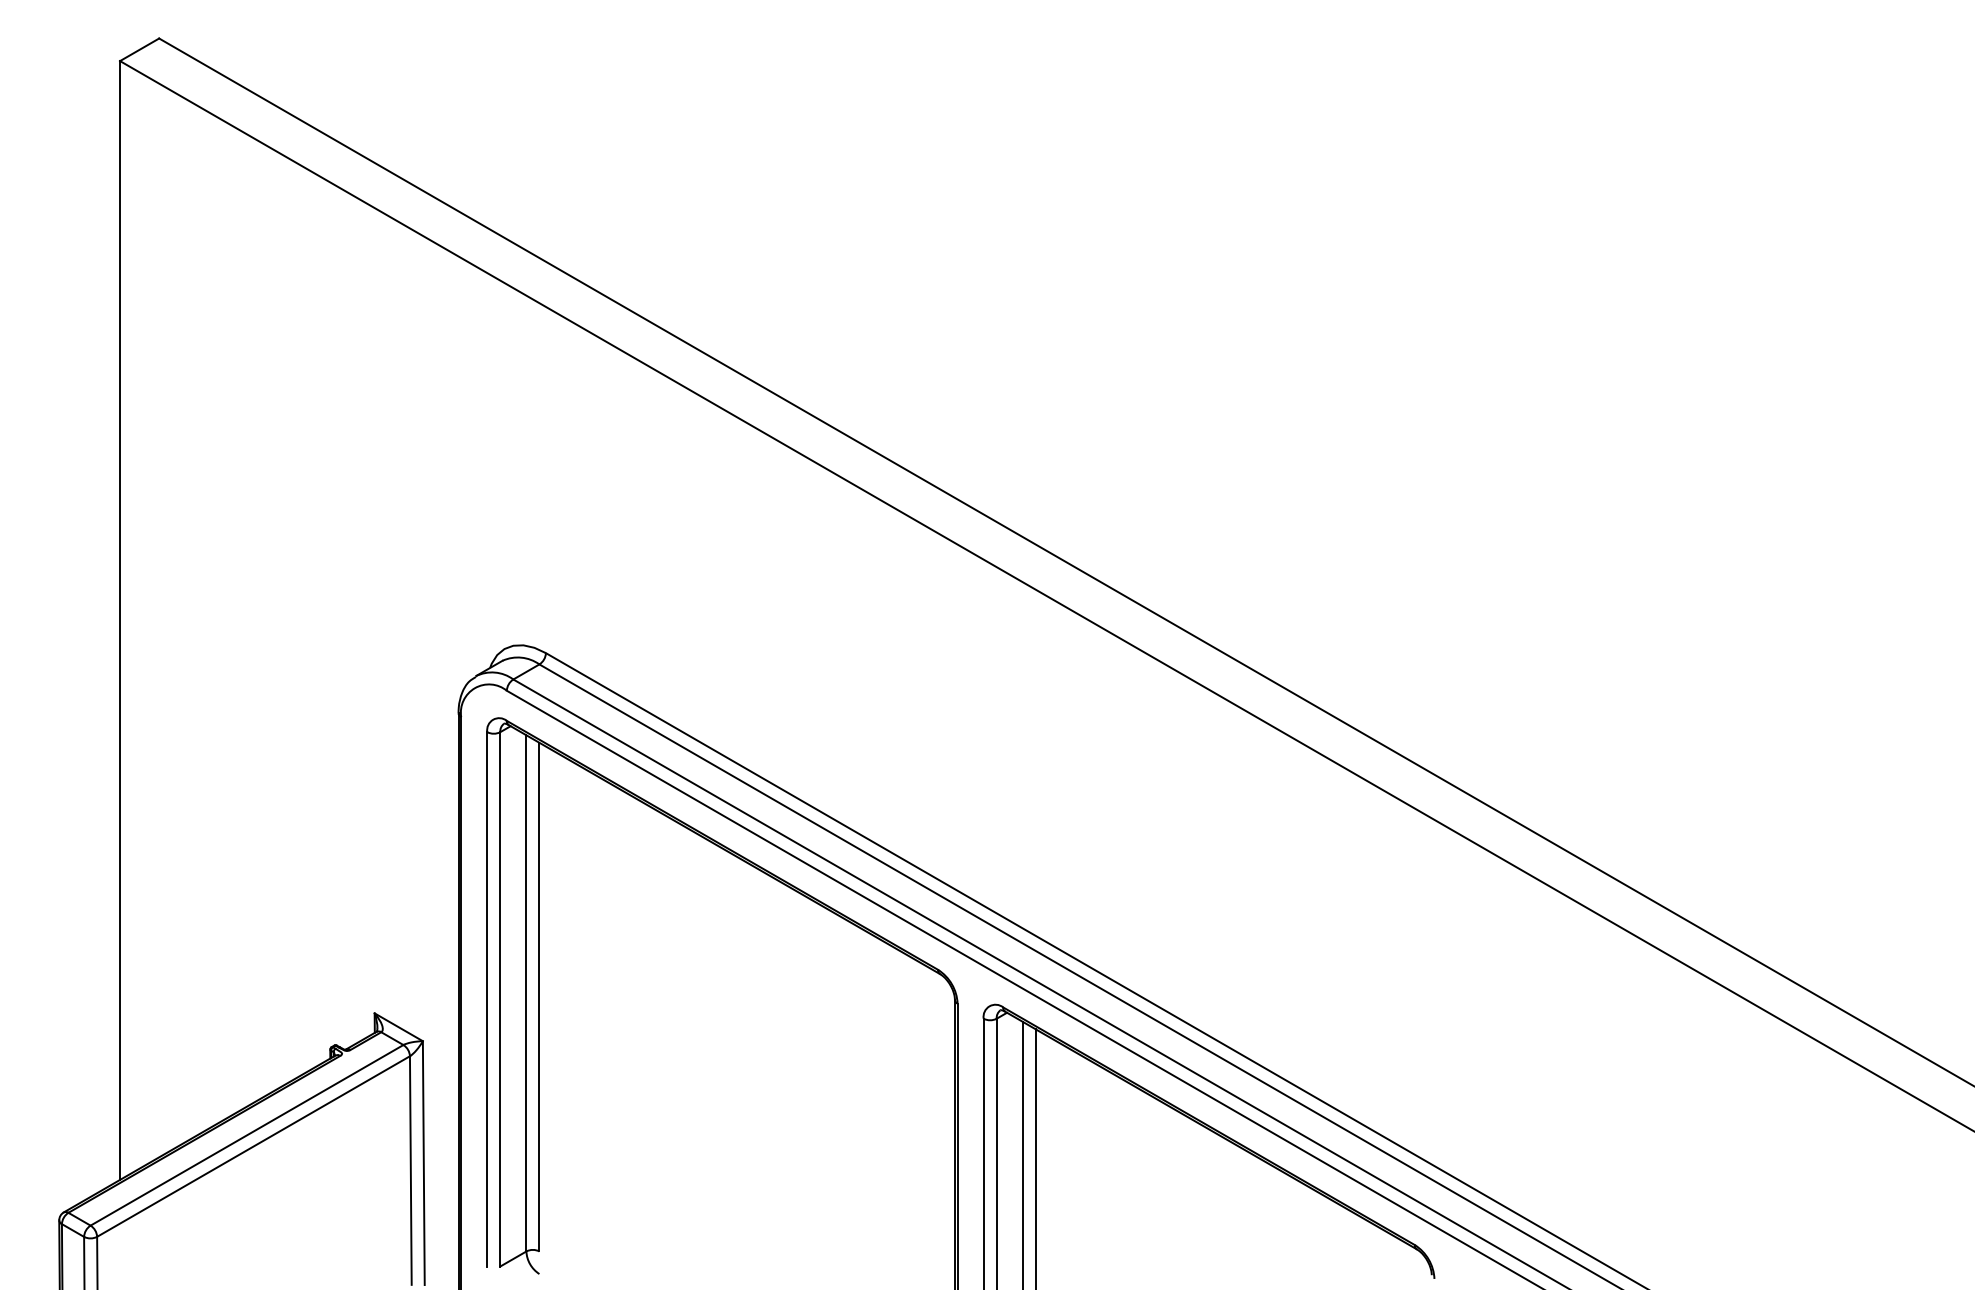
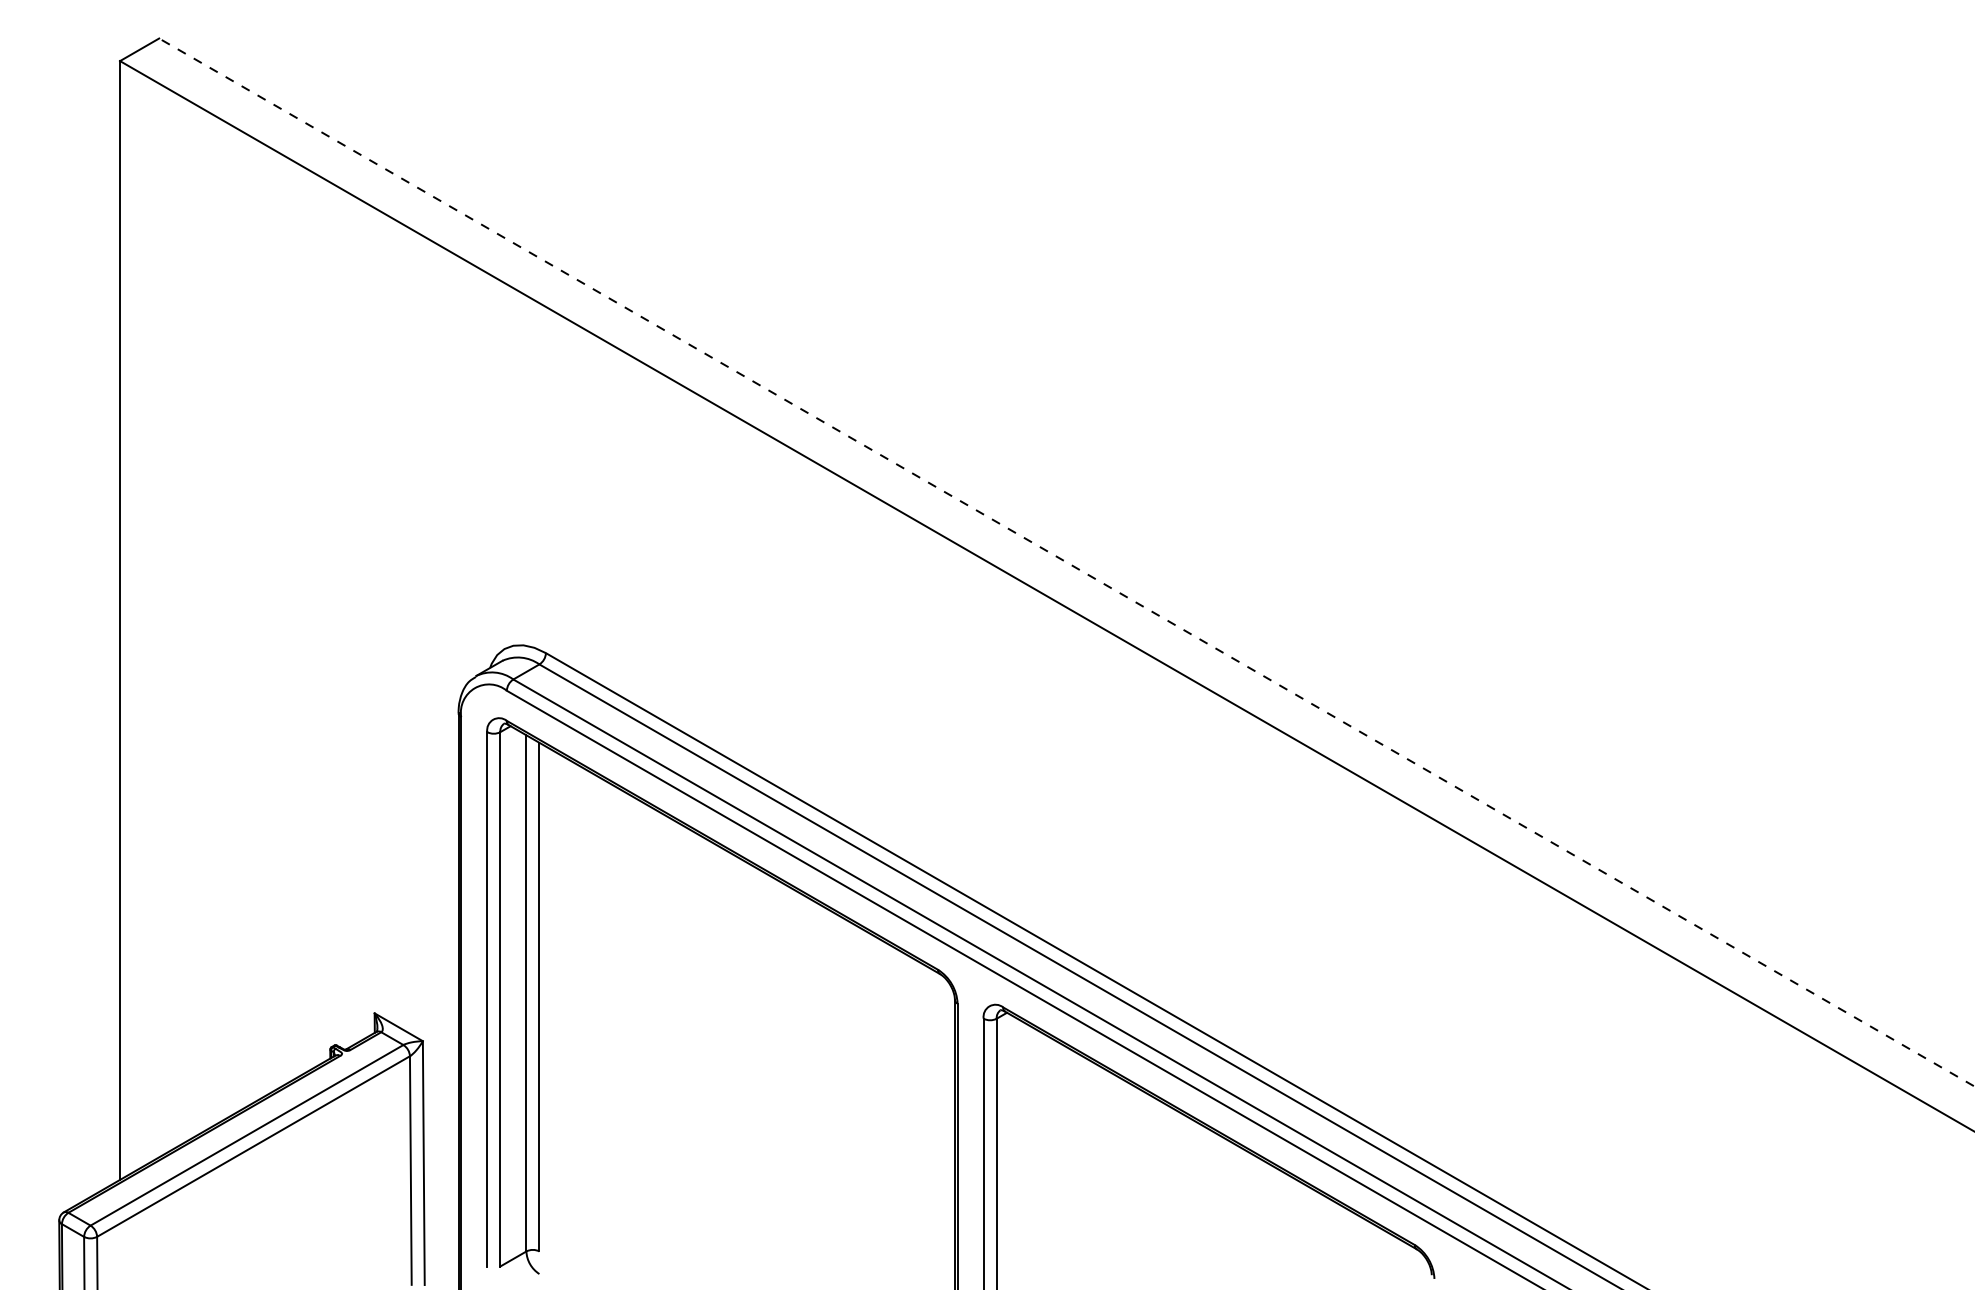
line at (1066, 562): solid -> dashed
line at (1022, 1153): present -> none
line at (1035, 1157): present -> none
